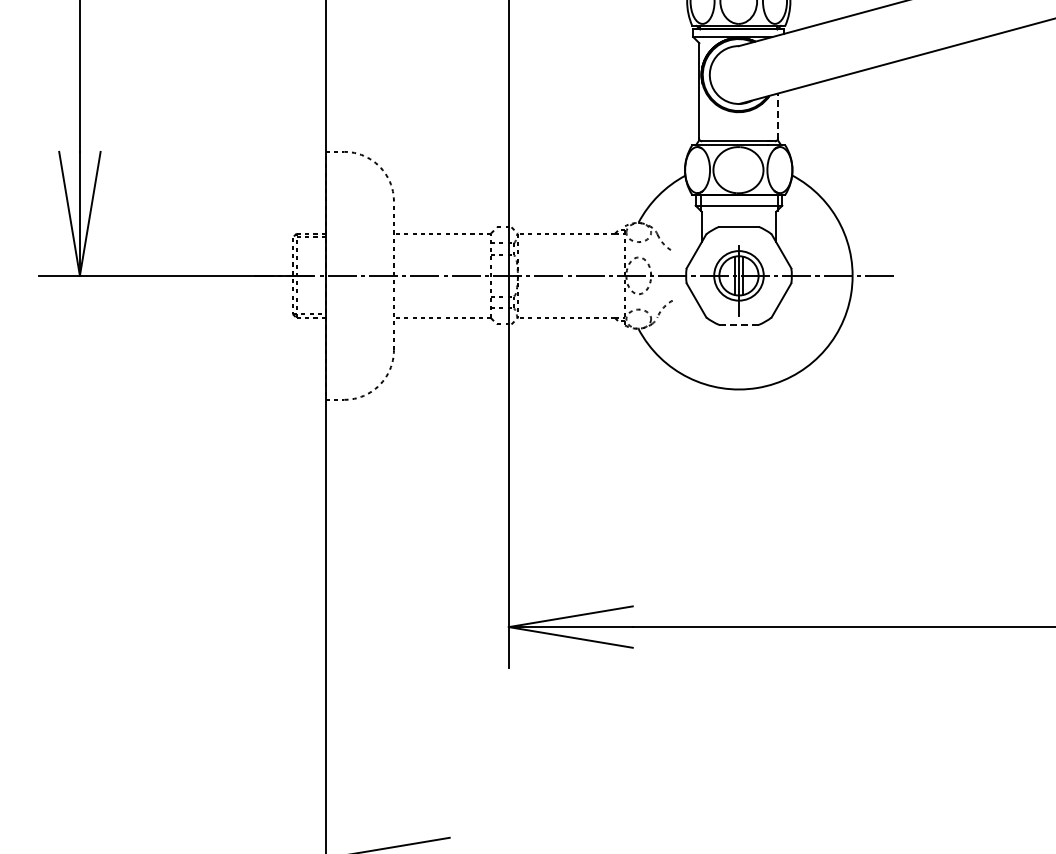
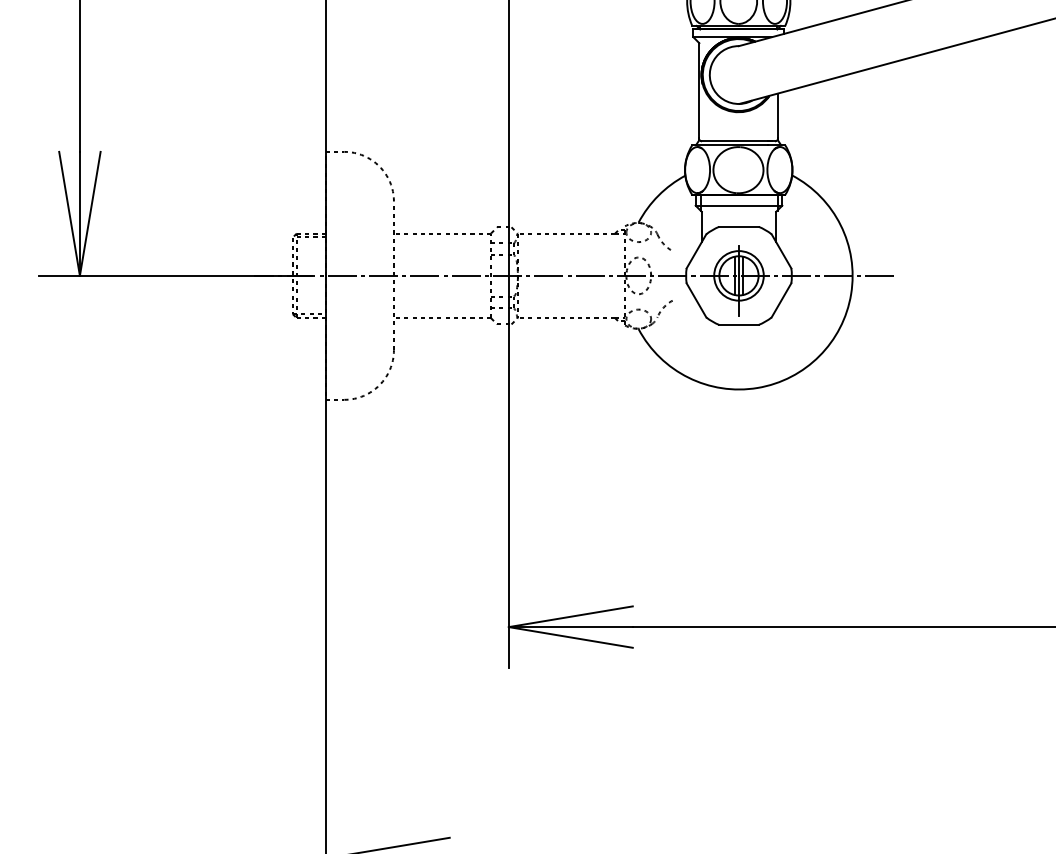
line at (777, 116): dashed -> solid
line at (739, 324): dashed -> solid
